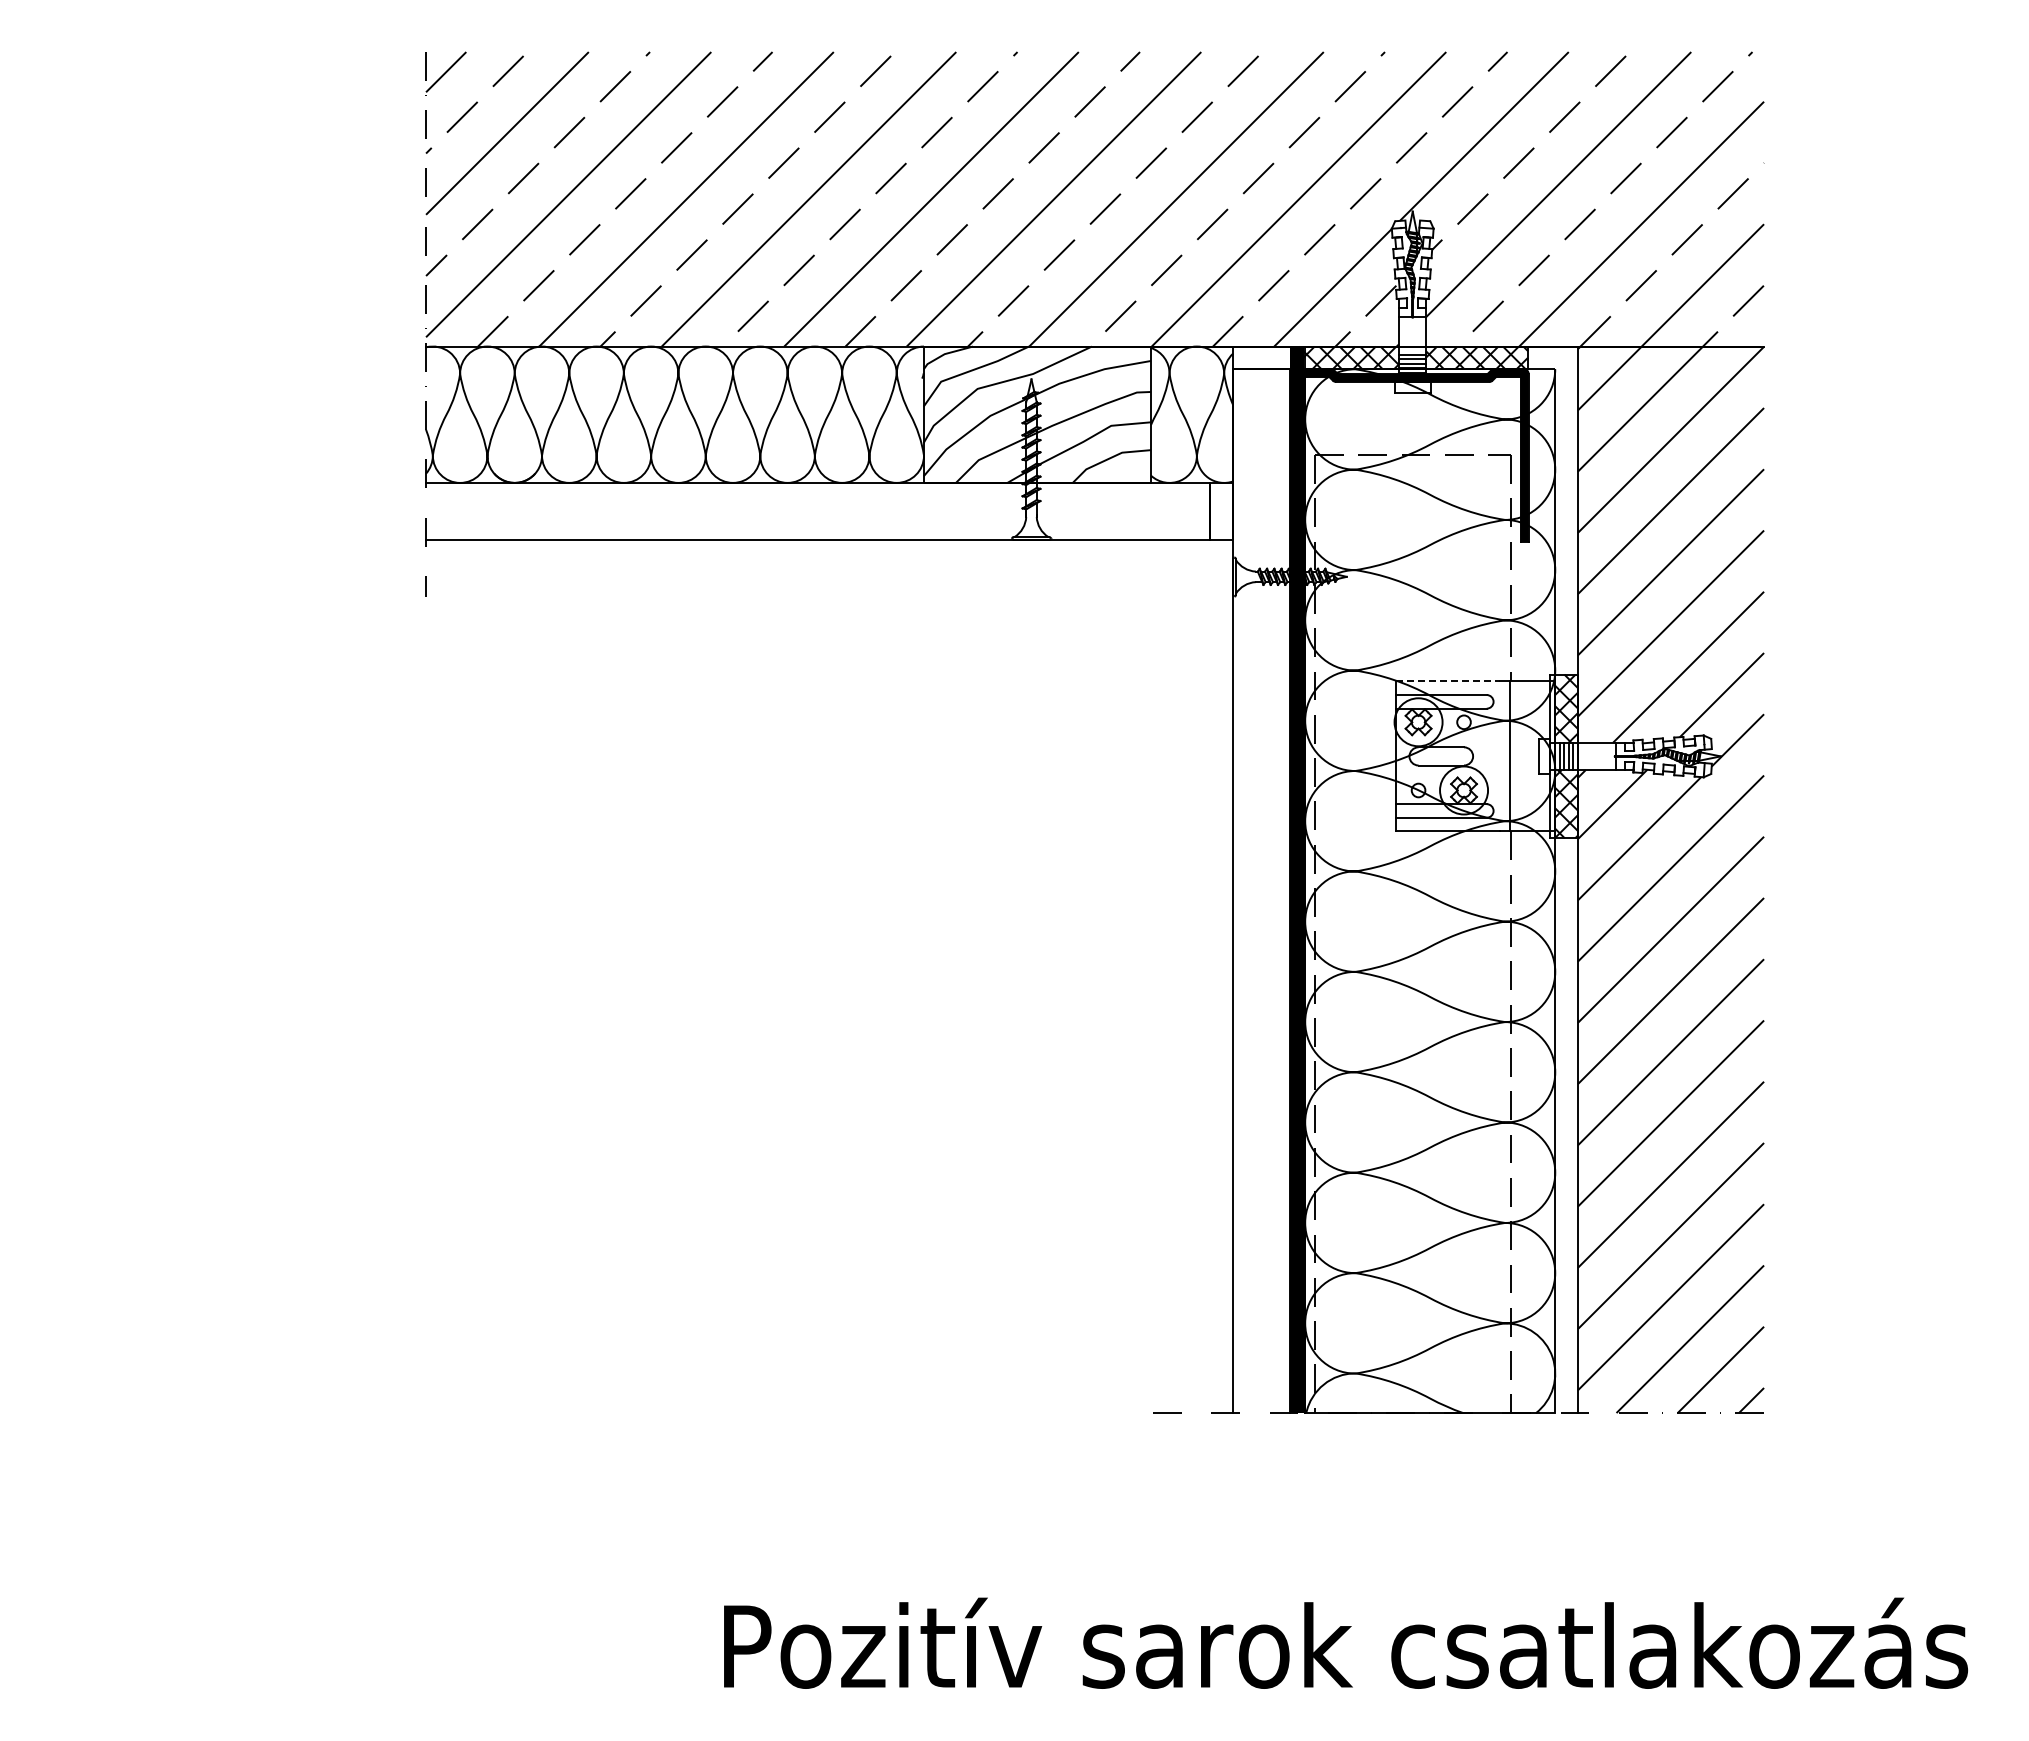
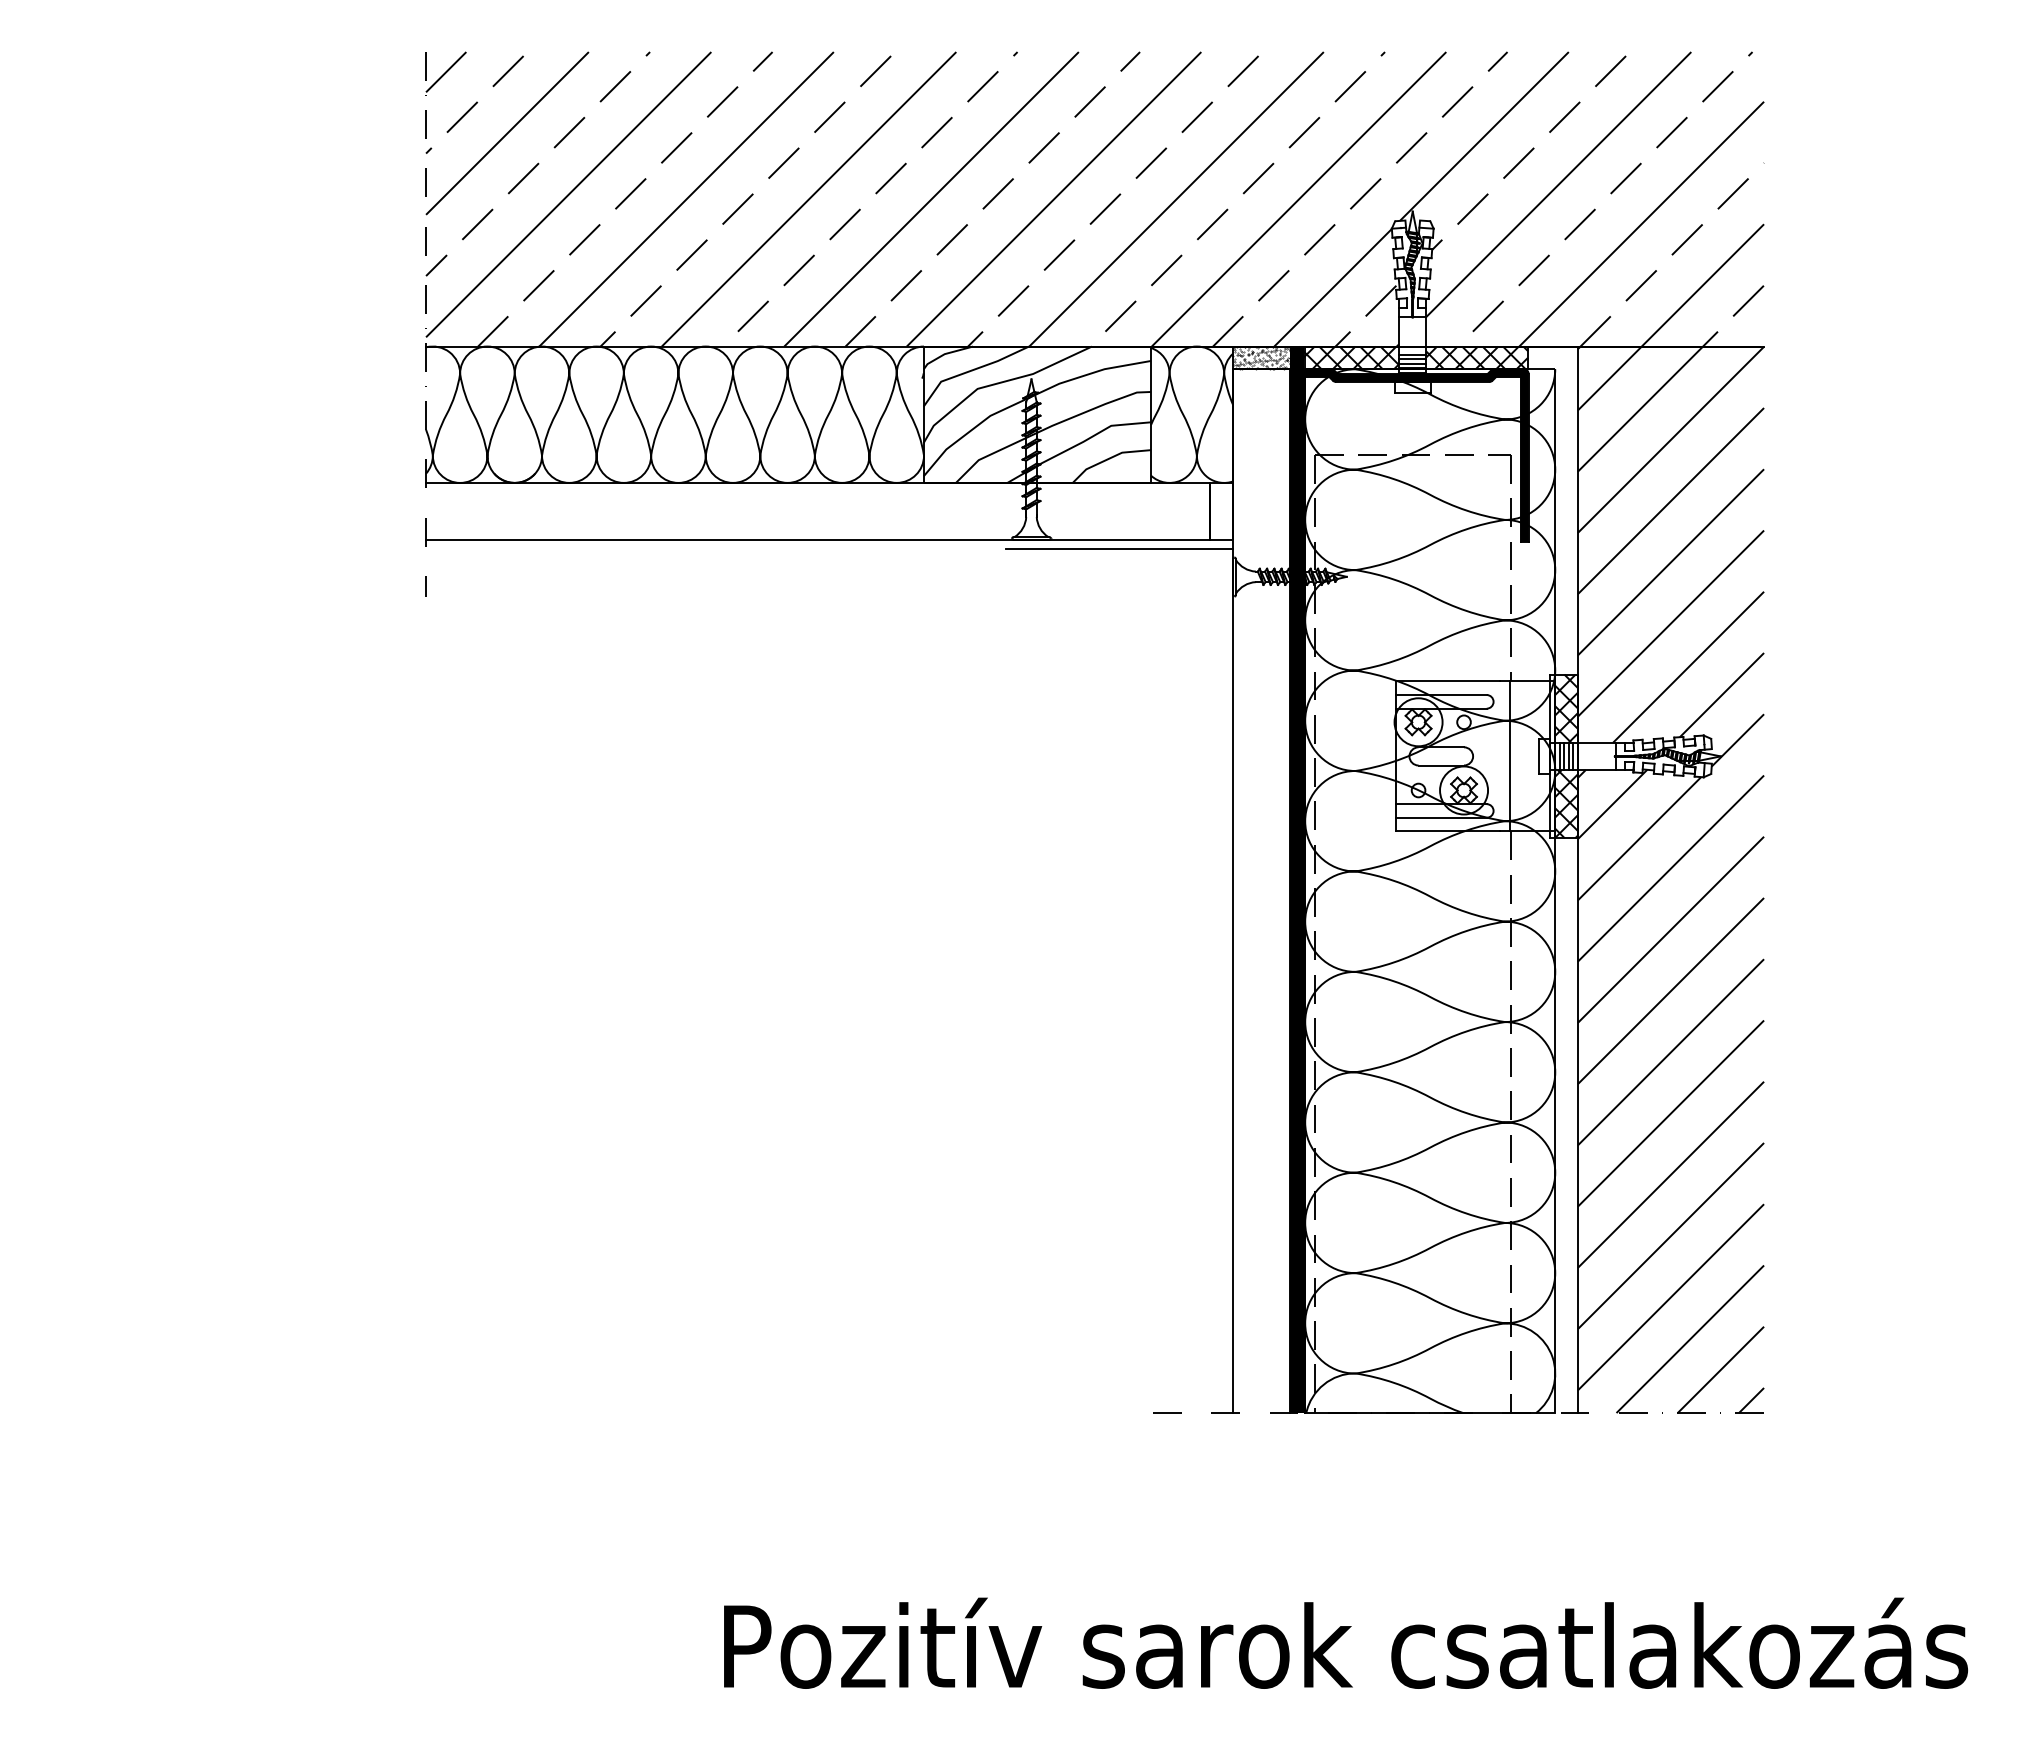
hatch at (1264, 357): none -> present
line at (1119, 548): none -> present
line at (1448, 681): dashed -> solid
